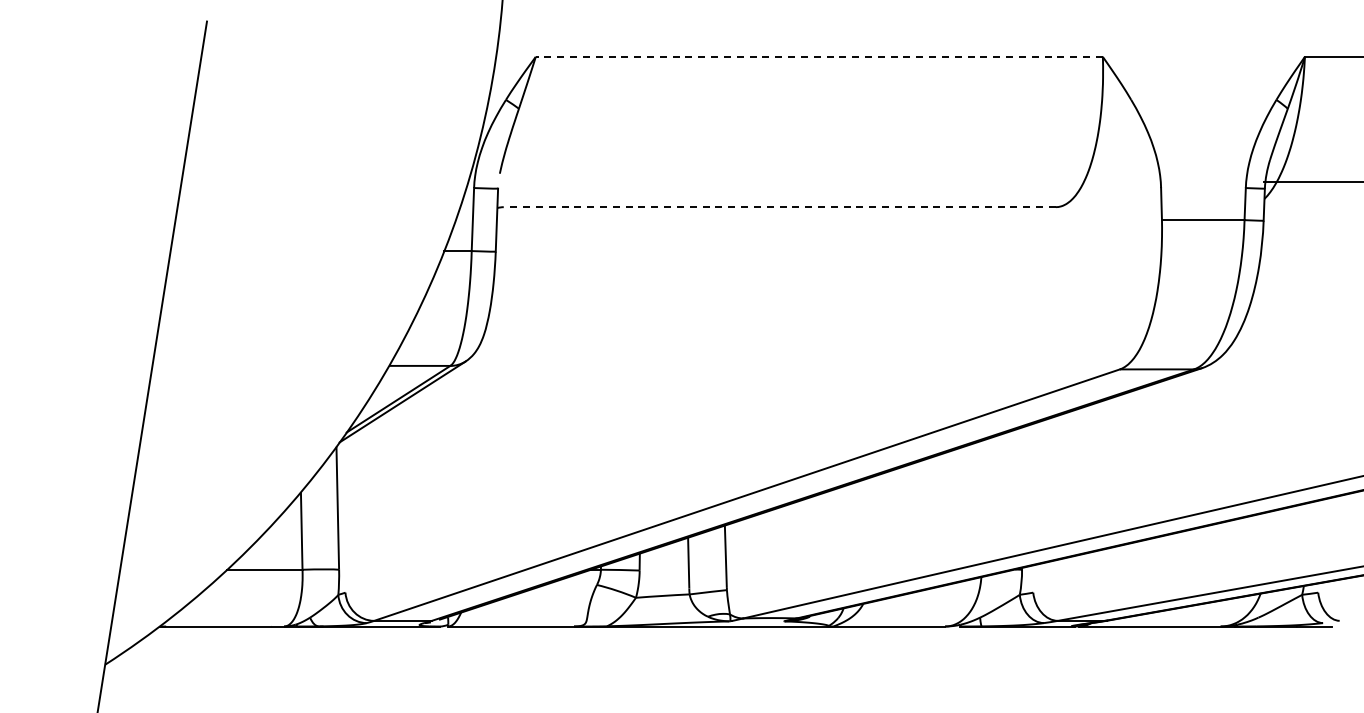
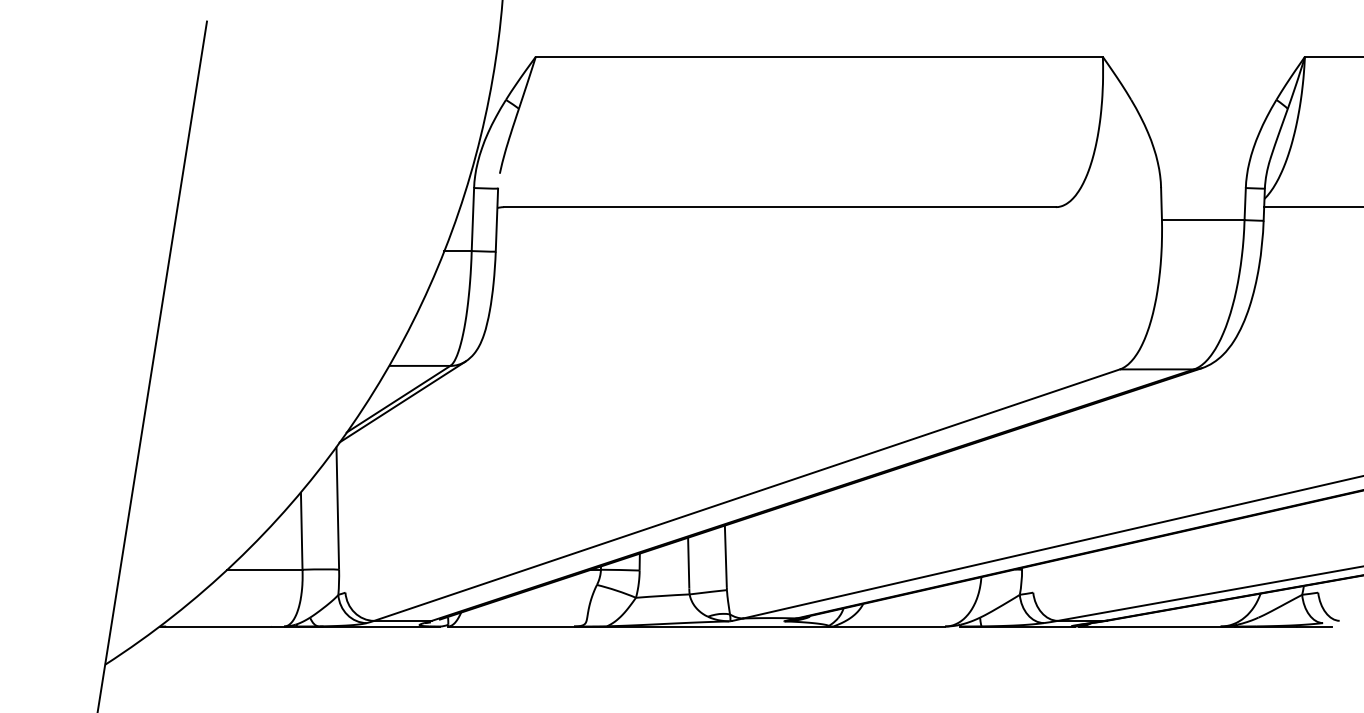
line at (819, 56): dashed -> solid
line at (1312, 182) position: (1312, 182) -> (1312, 207)
line at (779, 207): dashed -> solid
